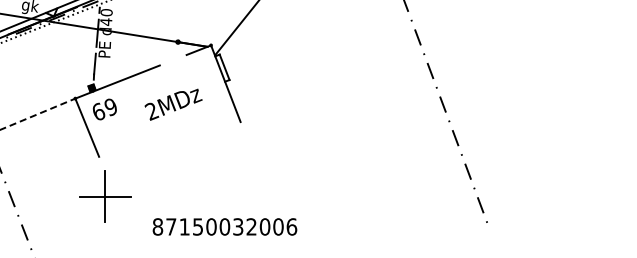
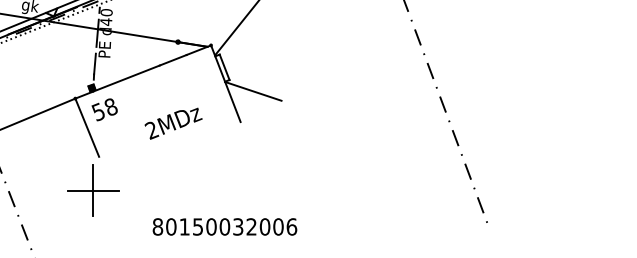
line at (172, 60): none -> present
line at (253, 91): none -> present
text at (173, 104) position: (173, 104) -> (173, 123)
text at (104, 109): 69 -> 58
line at (37, 114): dashed -> solid
part at (105, 196) position: (105, 196) -> (93, 190)
text at (171, 226): 87150032006 -> 80150032006
